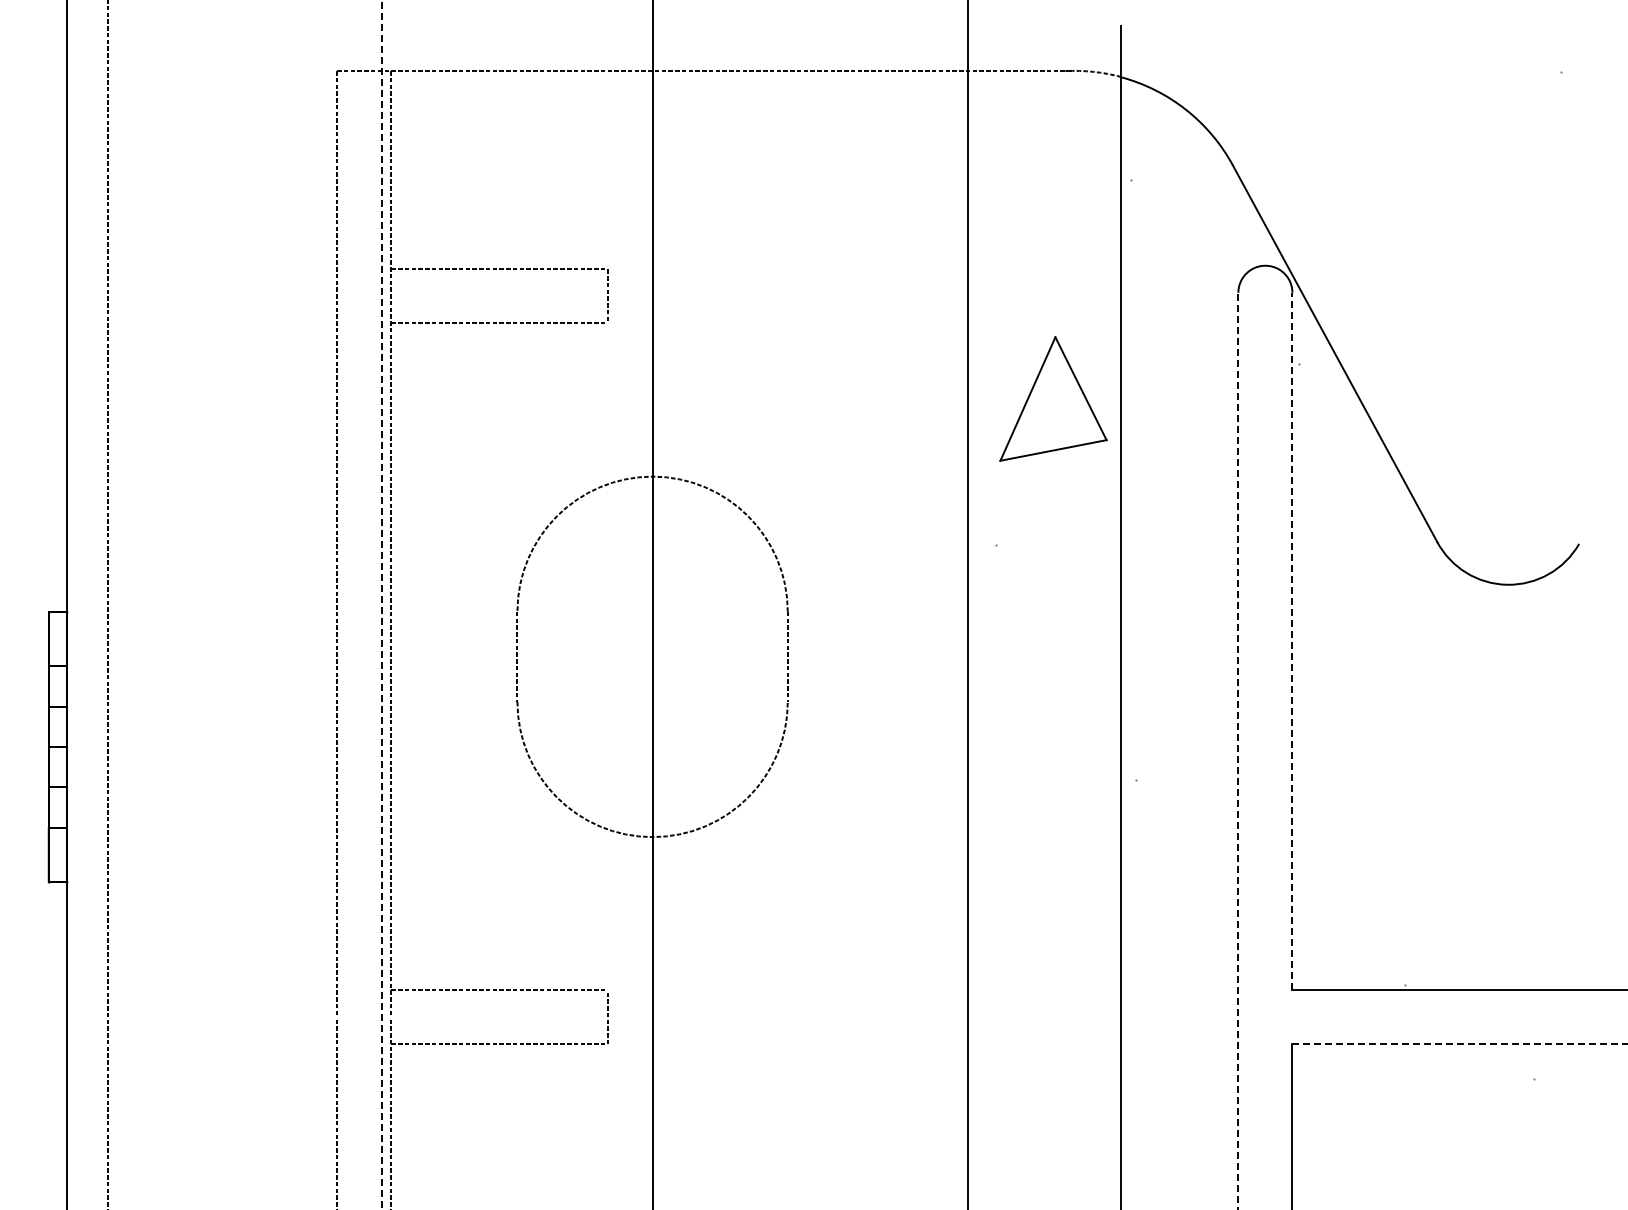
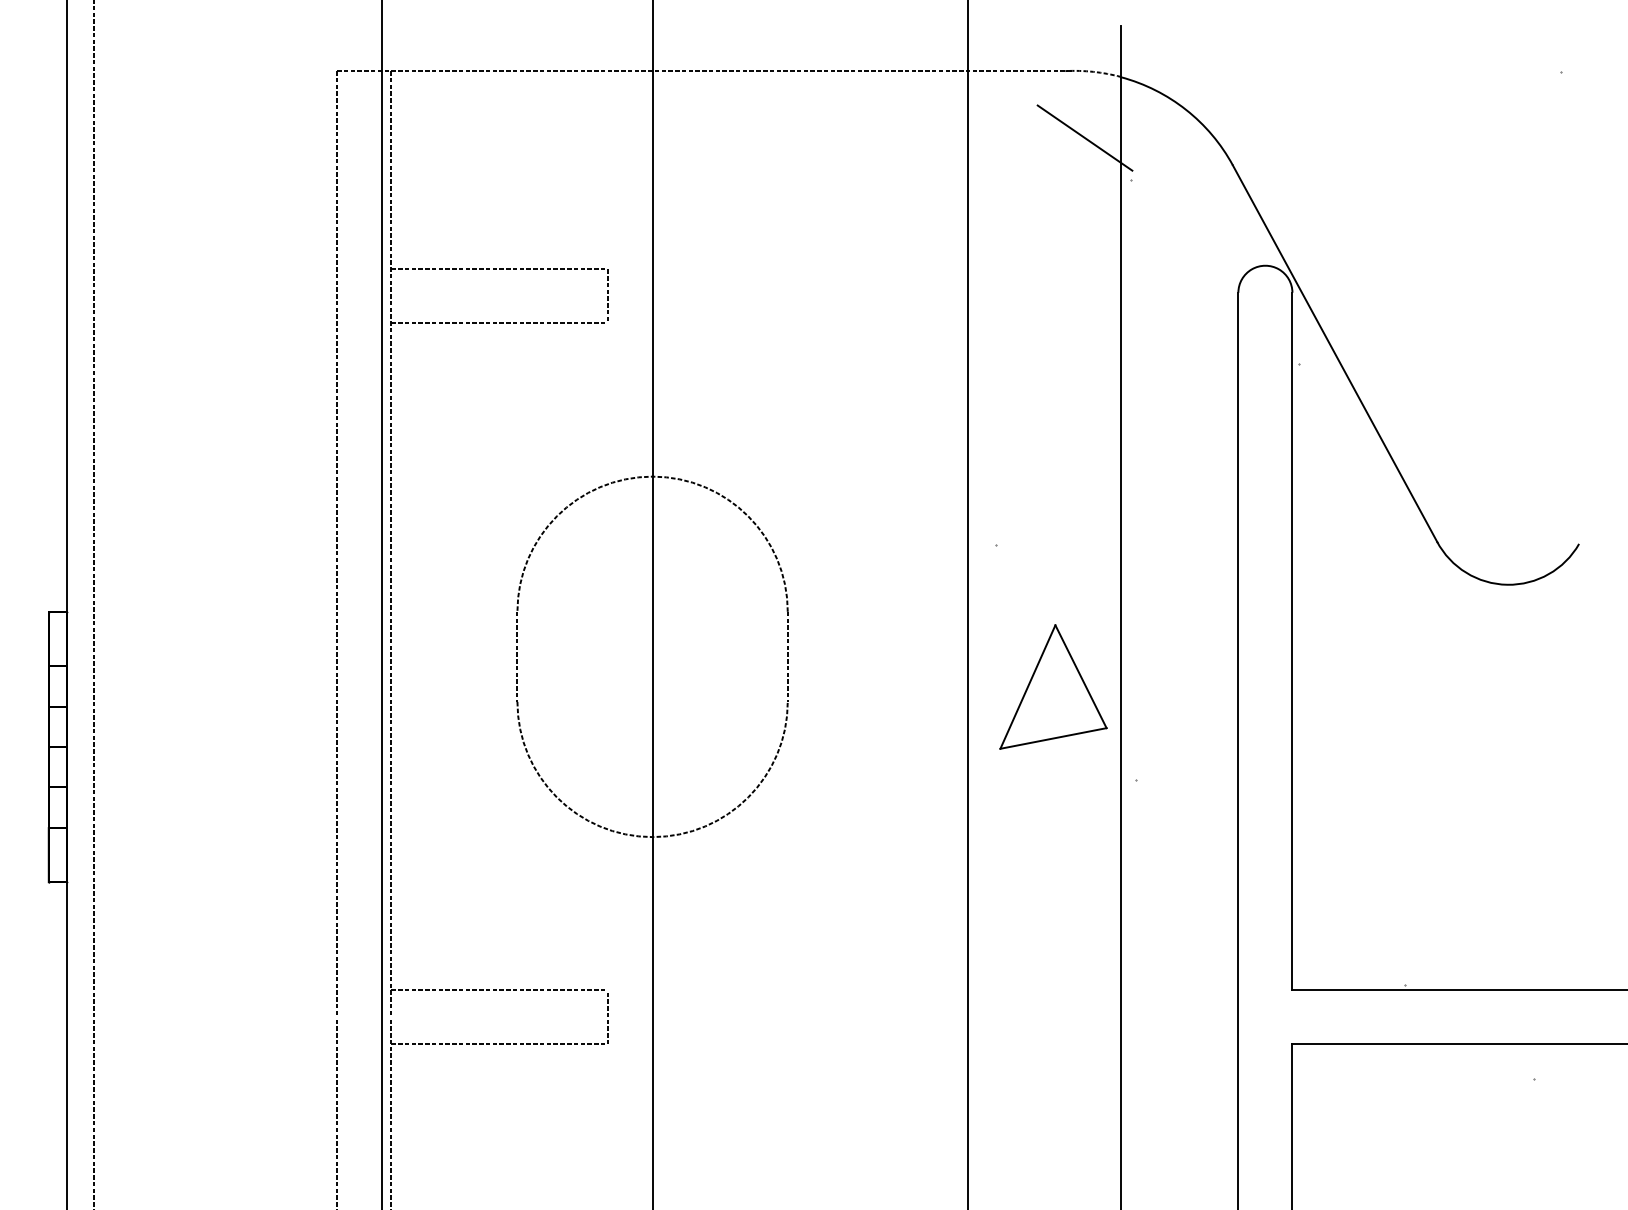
line at (1084, 137): none -> present
part at (1053, 398) position: (1053, 398) -> (1053, 686)
line at (107, 604) position: (107, 604) -> (93, 604)
line at (382, 605): dashed -> solid
line at (1292, 641): dashed -> solid
line at (1238, 750): dashed -> solid
line at (1460, 1044): dashed -> solid
